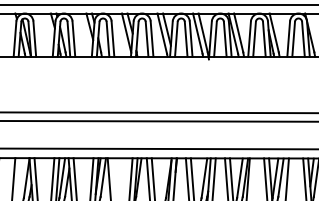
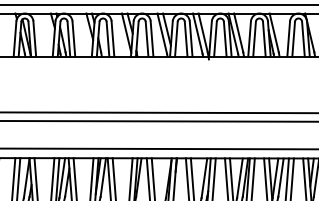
line at (18, 177): none -> present
line at (113, 177): none -> present
line at (252, 177): none -> present
line at (291, 177): none -> present
